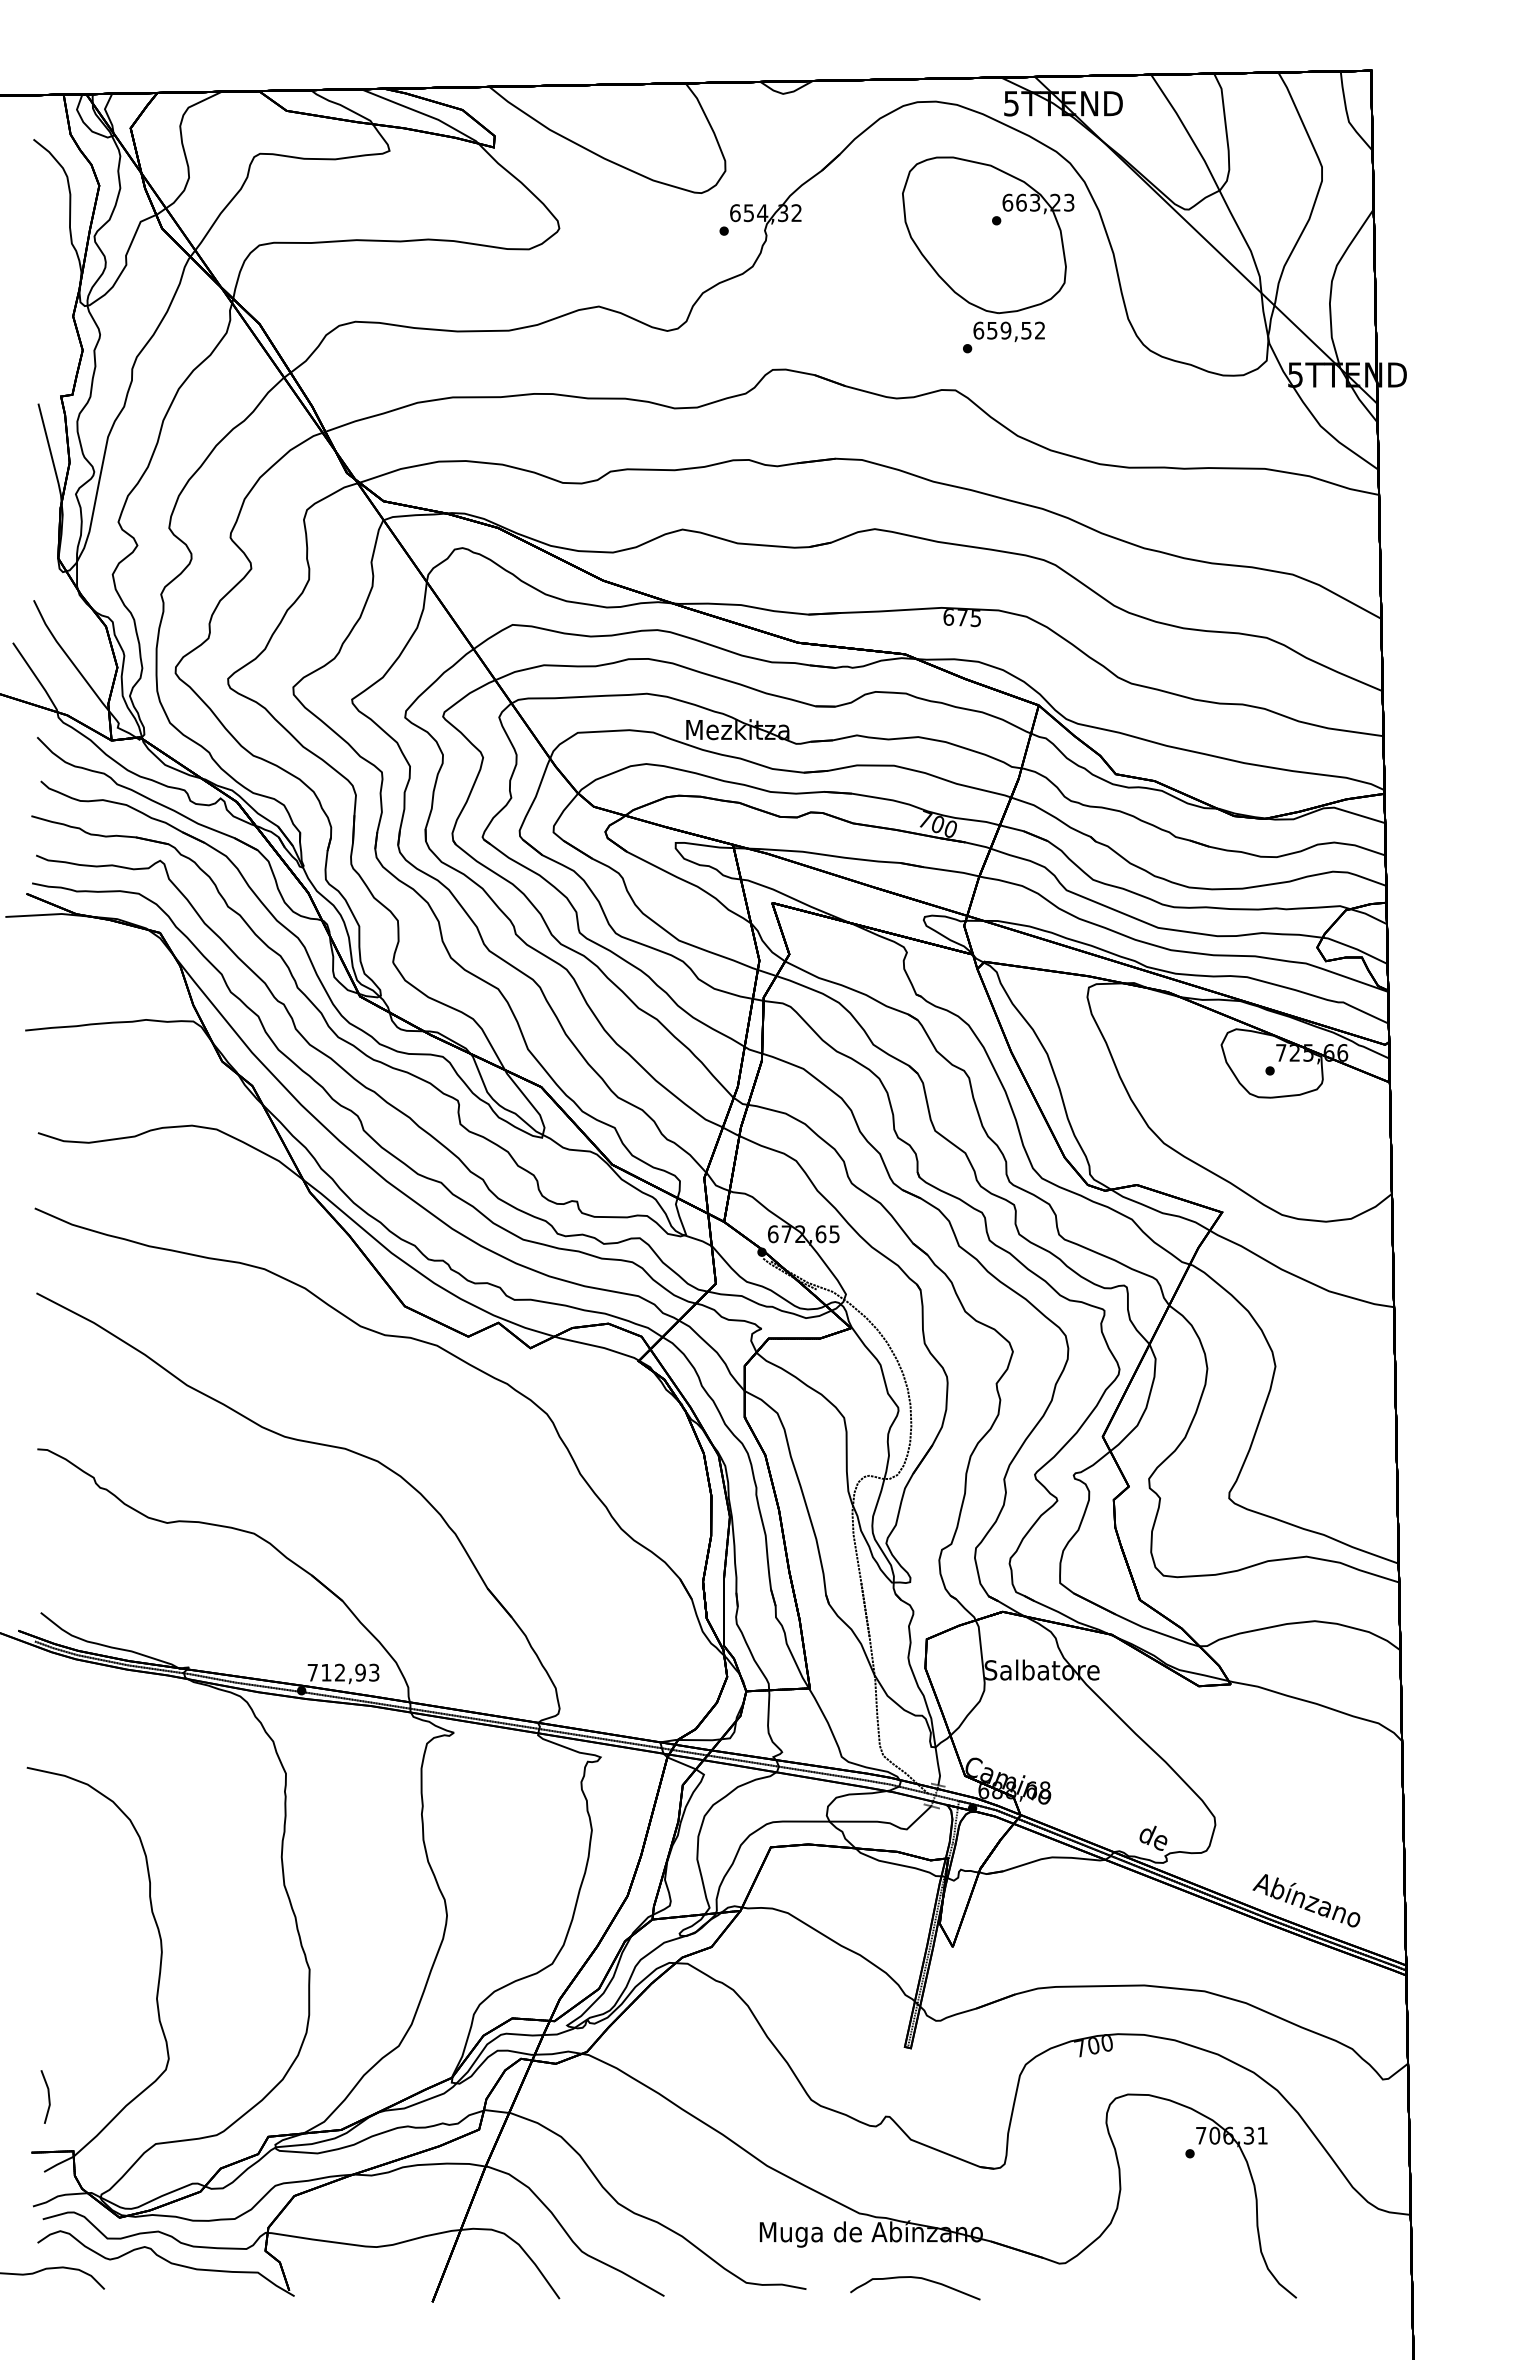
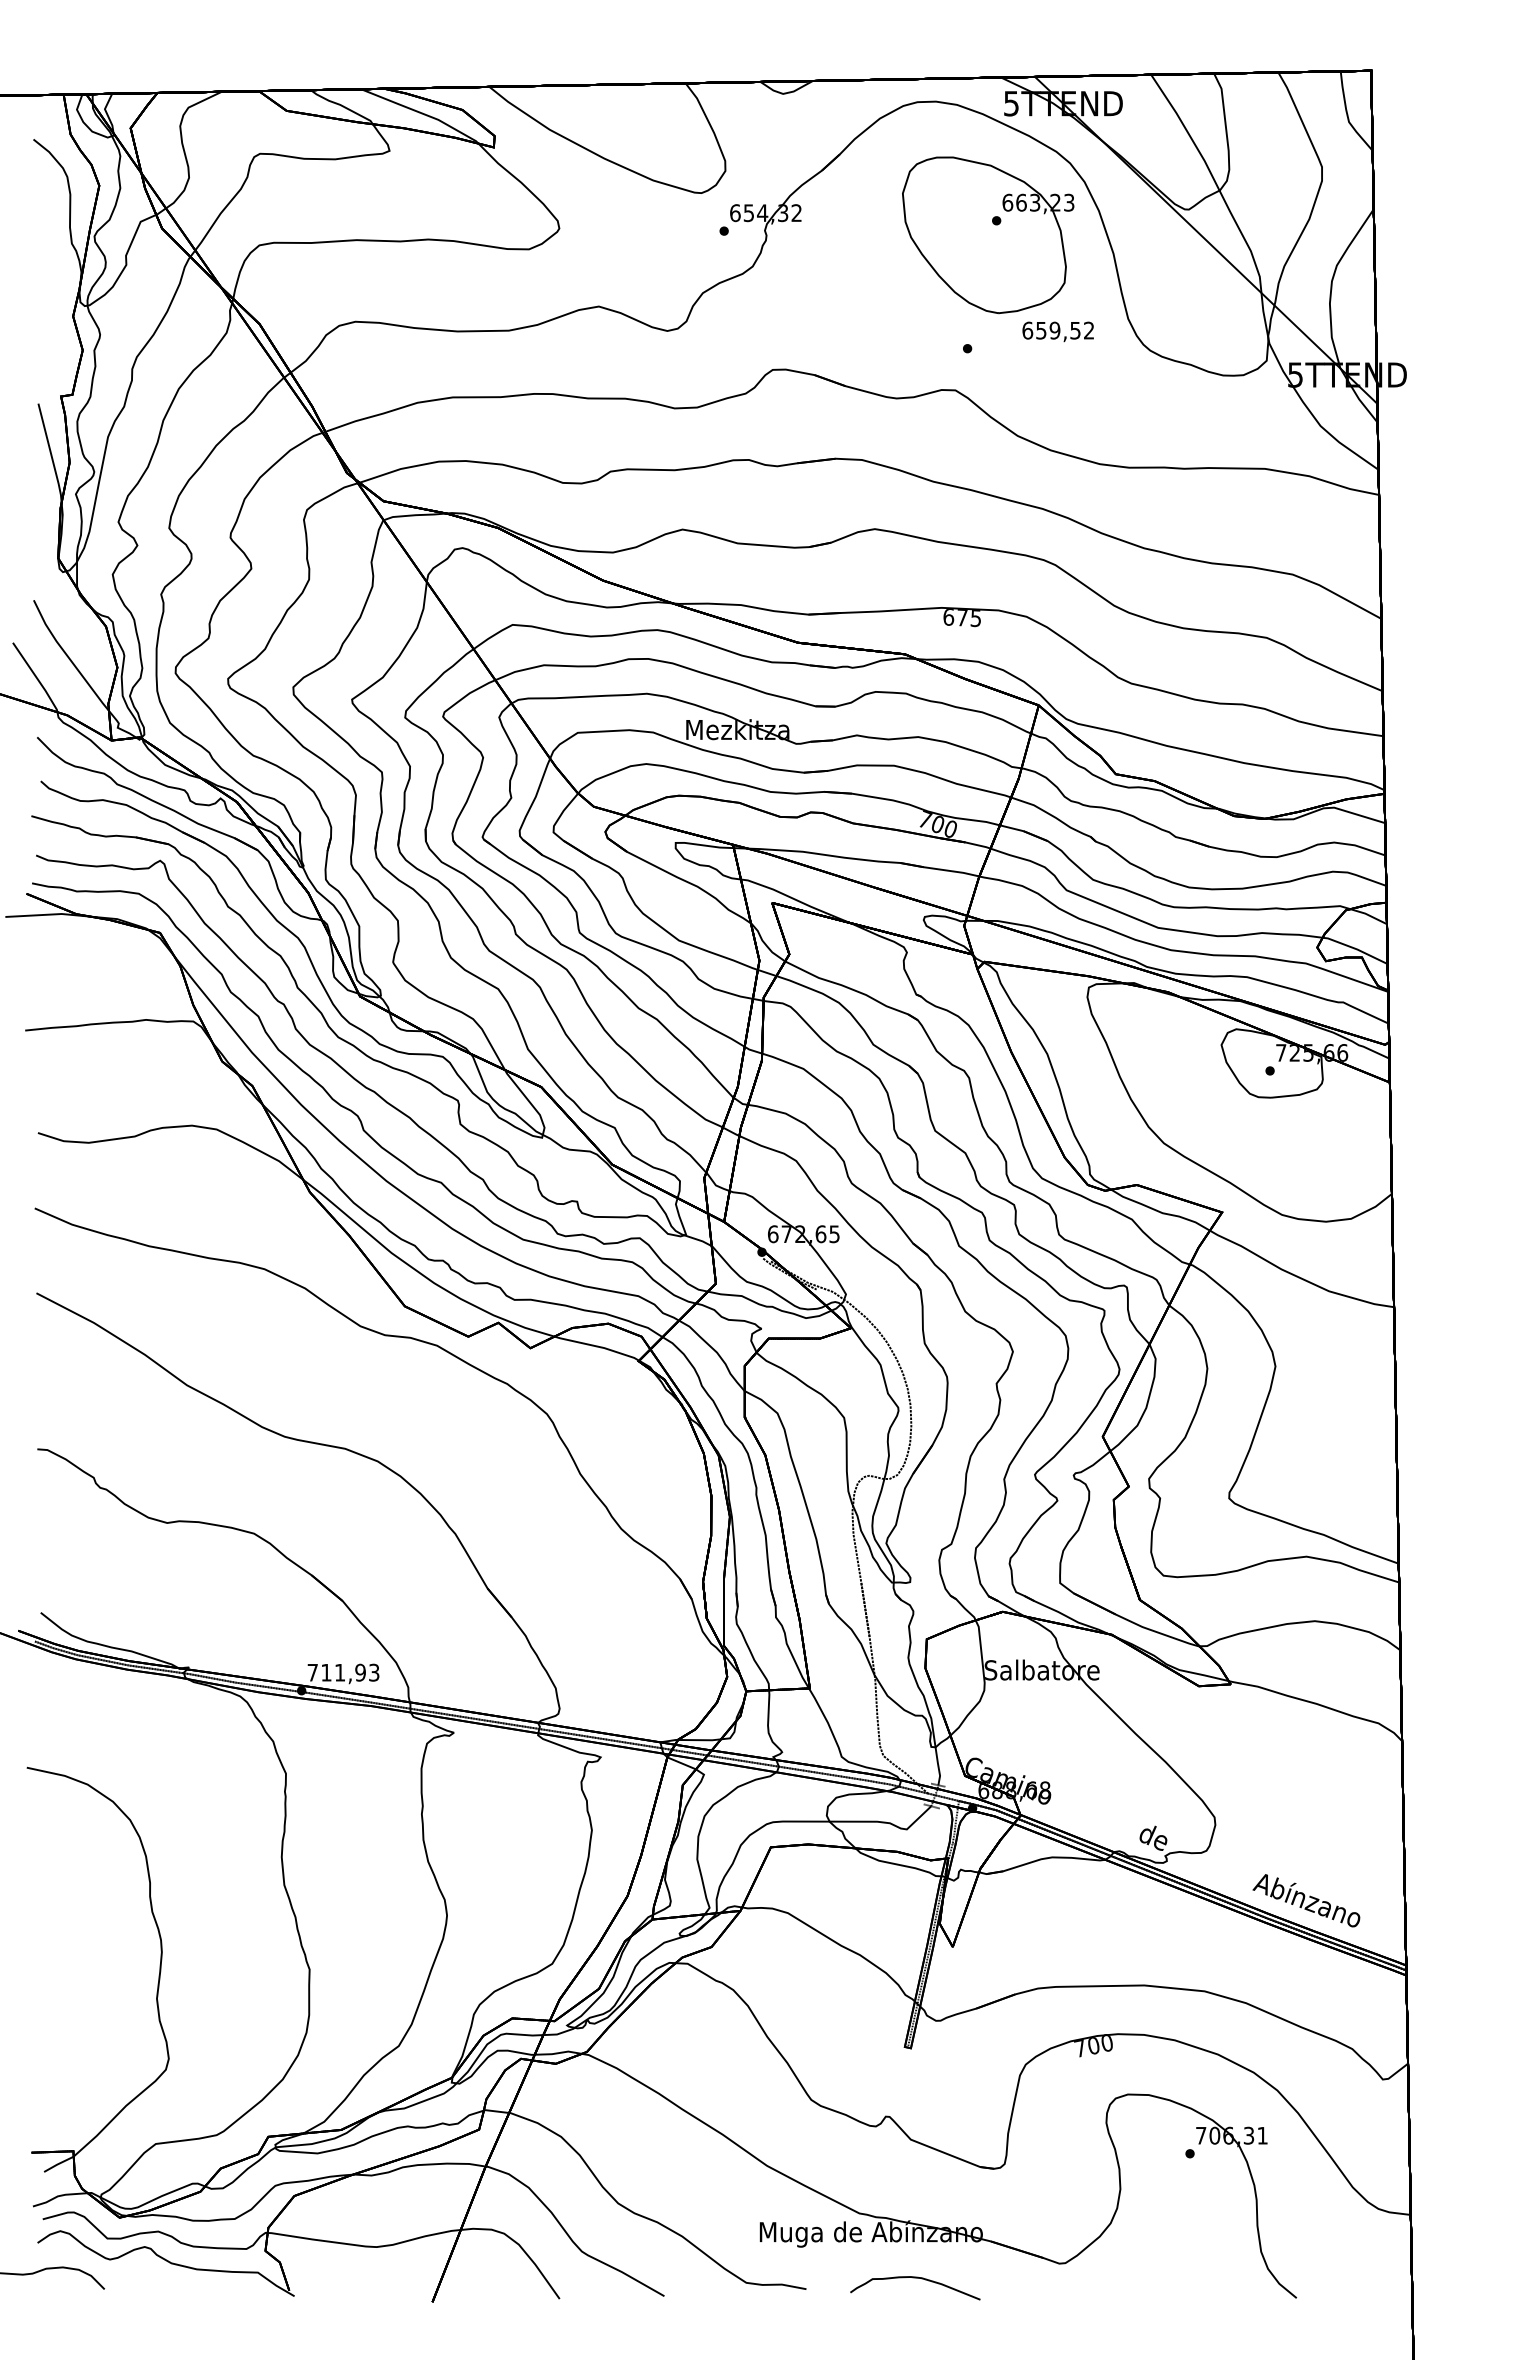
text at (1008, 331) position: (1008, 331) -> (1057, 331)
text at (339, 1672): 712,93 -> 711,93
line at (48, 2096): present -> none
